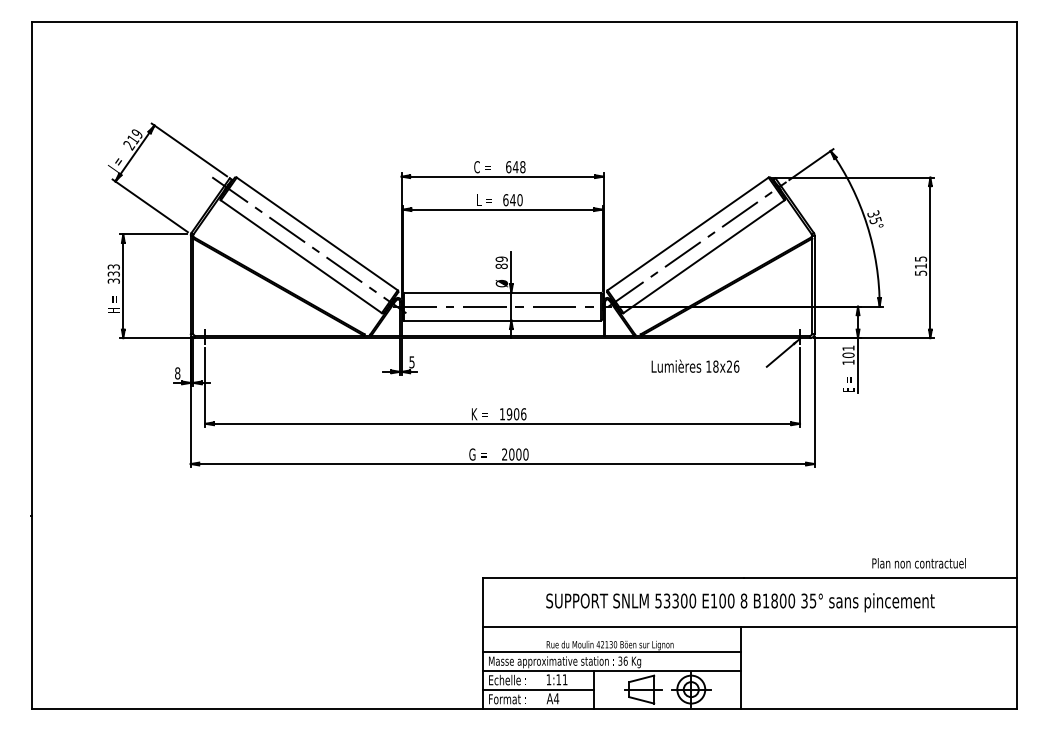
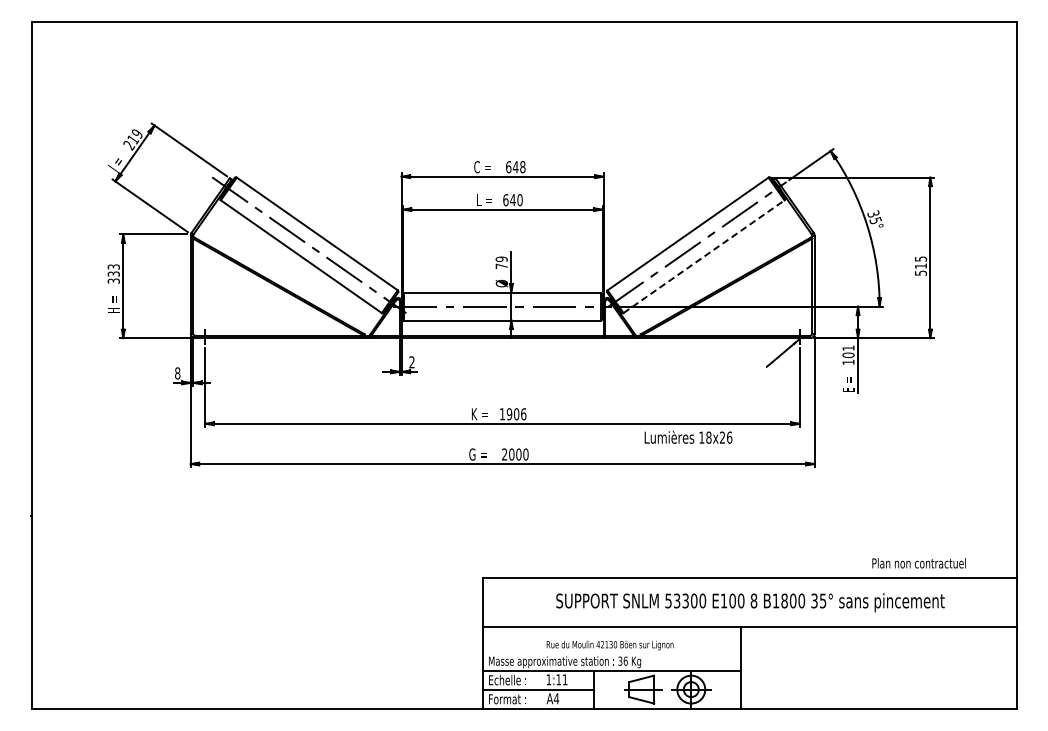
line at (704, 256): solid -> dashed
text at (501, 266): 89 -> 79
text at (411, 362): 5 -> 2
text at (695, 365) position: (695, 365) -> (688, 436)
text at (740, 602) position: (740, 602) -> (750, 602)
line at (611, 652): present -> none
